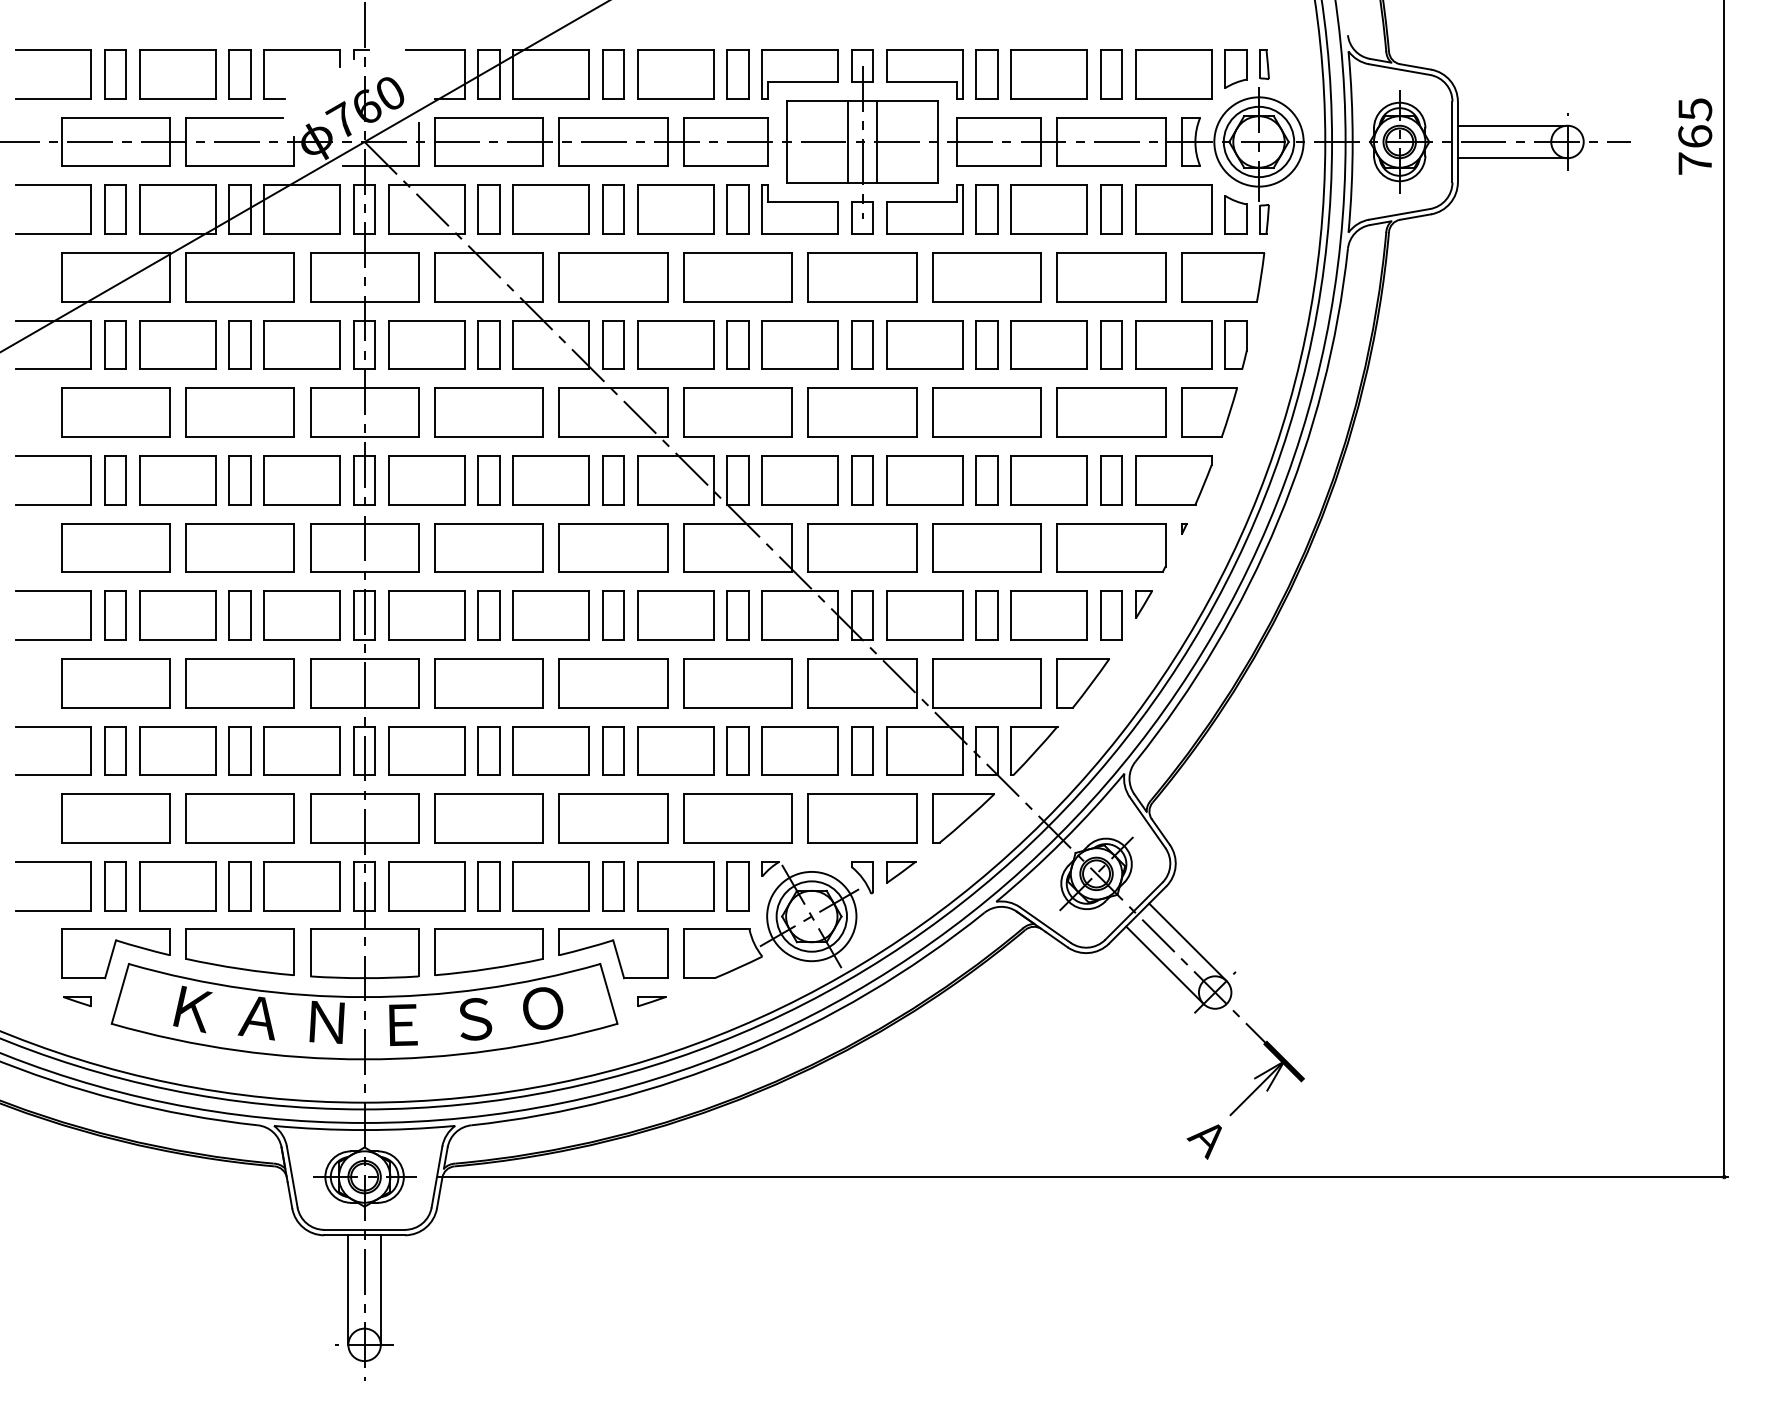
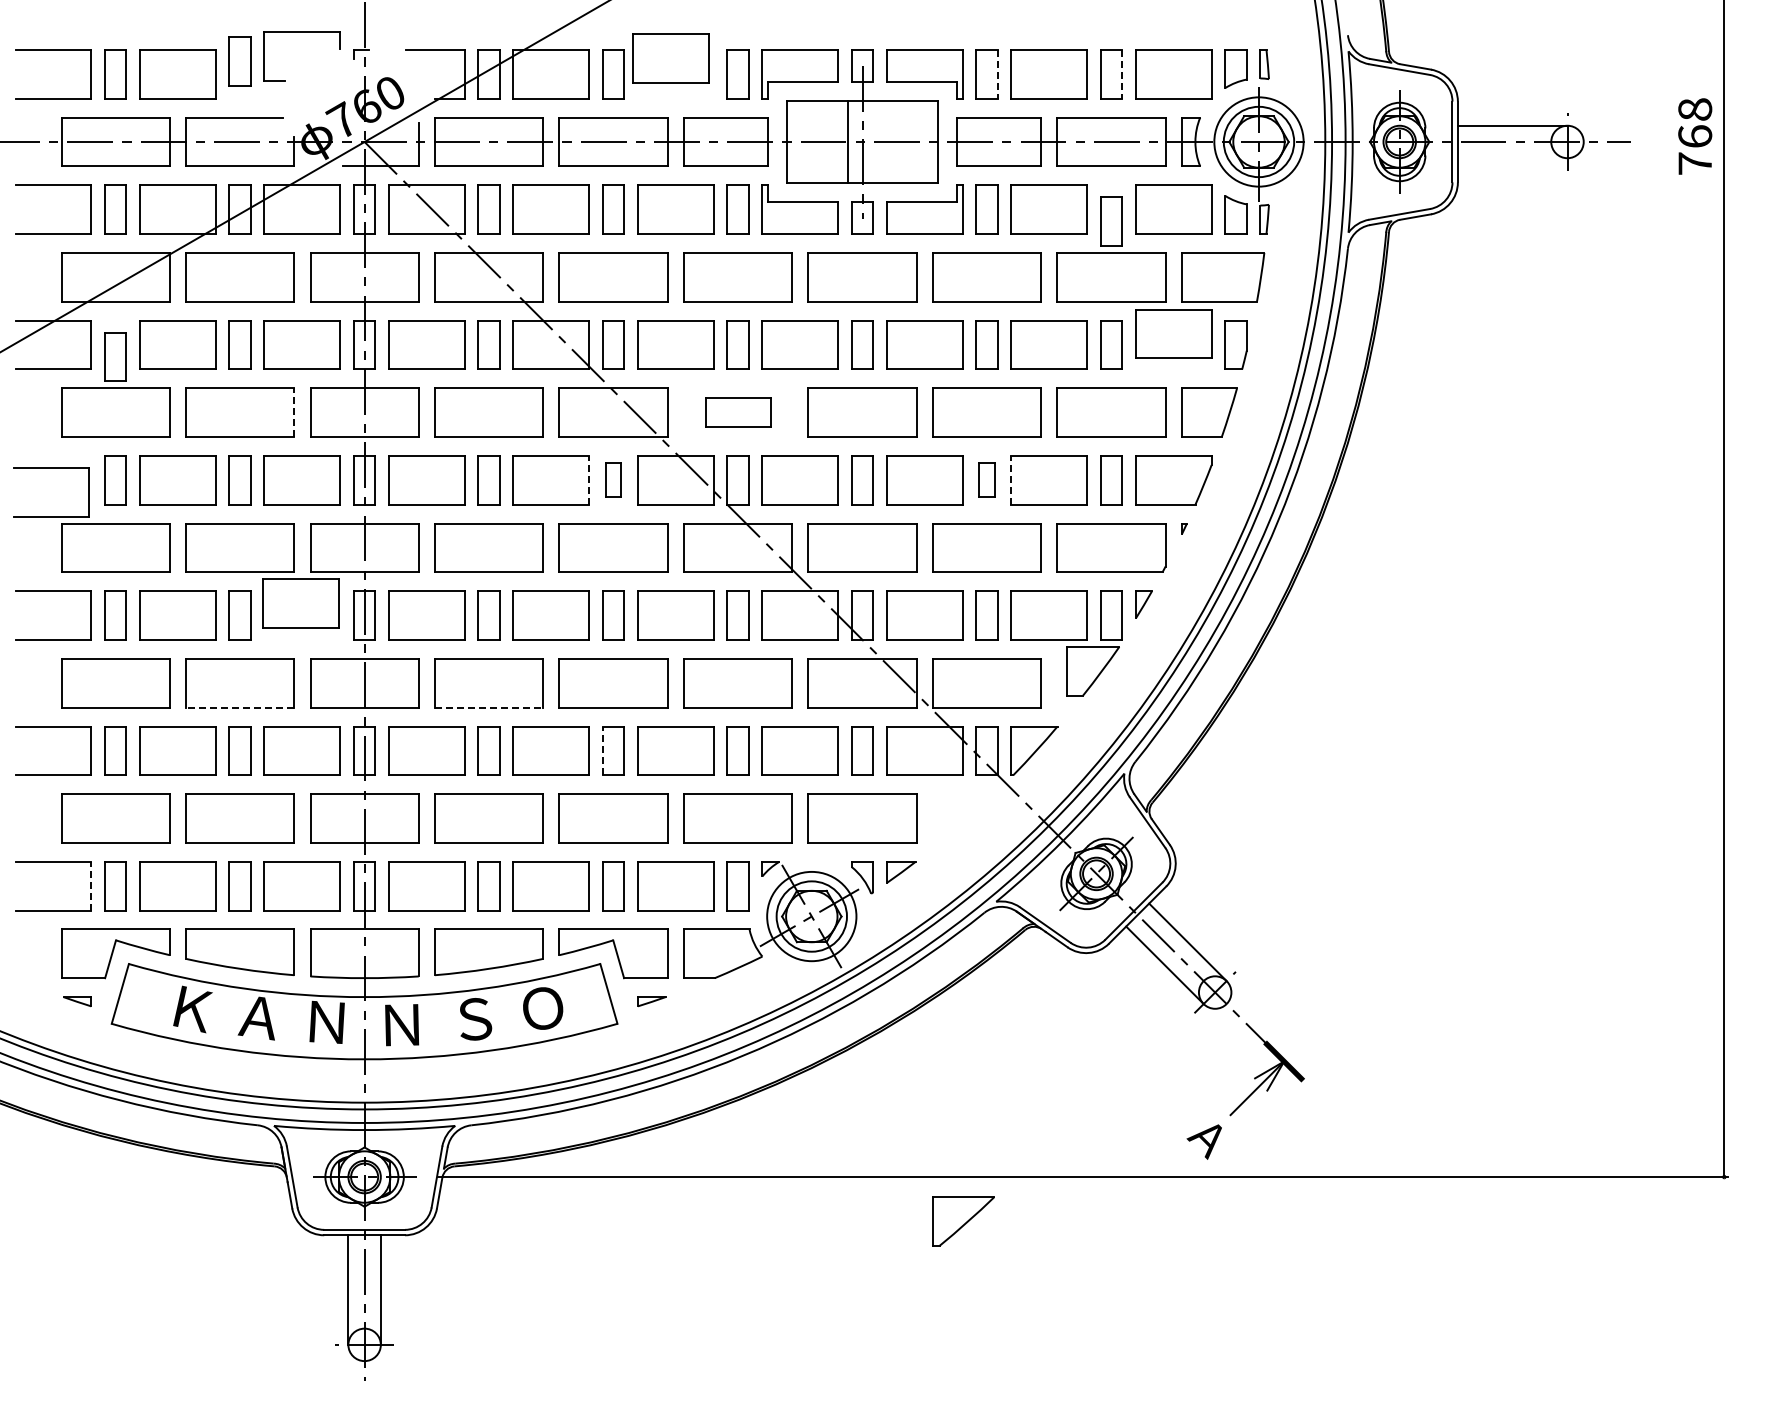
part at (301, 50) position: (301, 50) -> (301, 32)
part at (239, 74) position: (239, 74) -> (239, 61)
part at (675, 74) position: (675, 74) -> (670, 58)
line at (997, 74): solid -> dashed
line at (1122, 74): solid -> dashed
text at (1695, 109): 765 -> 768
line at (877, 141): present -> none
line at (1512, 158): present -> none
part at (1111, 209) position: (1111, 209) -> (1111, 221)
part at (115, 344) position: (115, 344) -> (115, 356)
part at (1173, 344) position: (1173, 344) -> (1173, 333)
line at (294, 412): solid -> dashed
part at (737, 412) size: 110x51 px -> 67x31 px
part at (53, 456) position: (53, 456) -> (51, 468)
line at (589, 479): solid -> dashed
line at (1011, 479): solid -> dashed
part at (613, 480) size: 23x51 px -> 17x36 px
part at (986, 480) size: 24x51 px -> 18x36 px
part at (301, 615) position: (301, 615) -> (300, 603)
part at (1082, 683) position: (1082, 683) -> (1092, 671)
line at (239, 707): solid -> dashed
line at (489, 707): solid -> dashed
line at (602, 750): solid -> dashed
part at (963, 818) position: (963, 818) -> (963, 1221)
line at (91, 885): solid -> dashed
text at (402, 1025): Ｅ -> Ｎ
